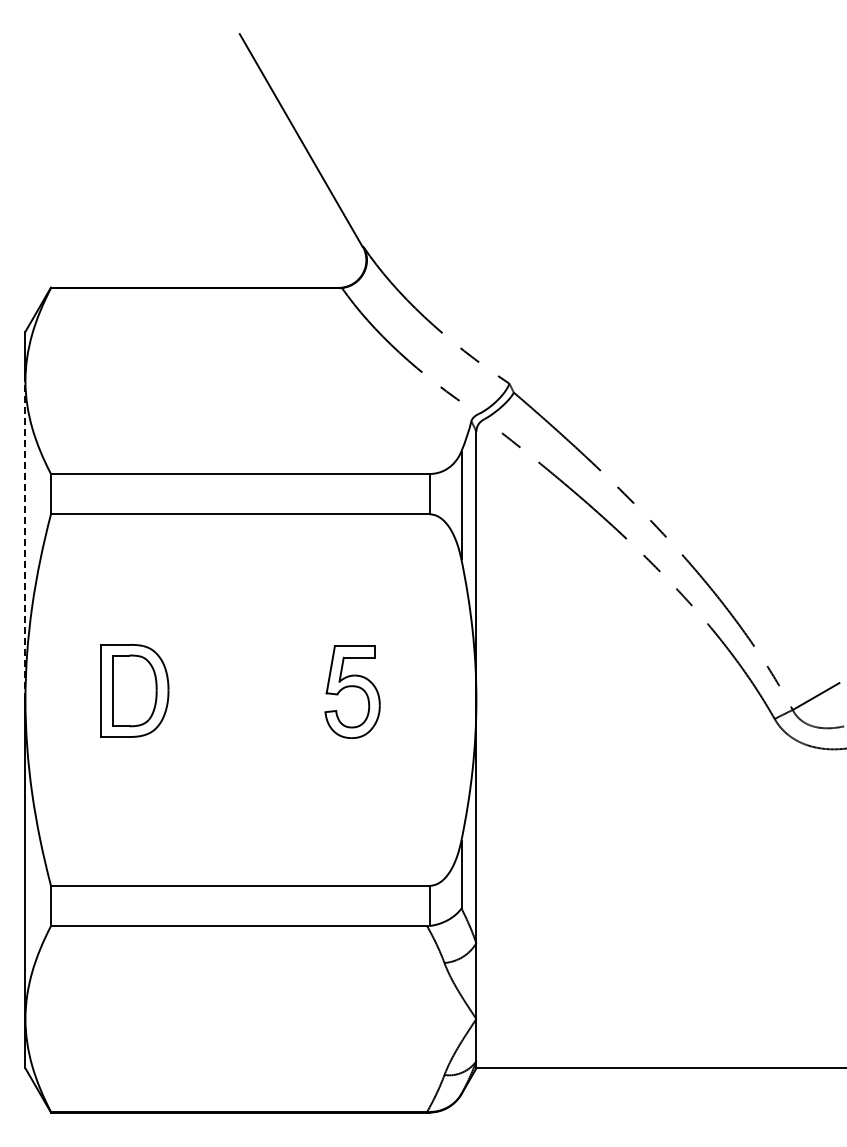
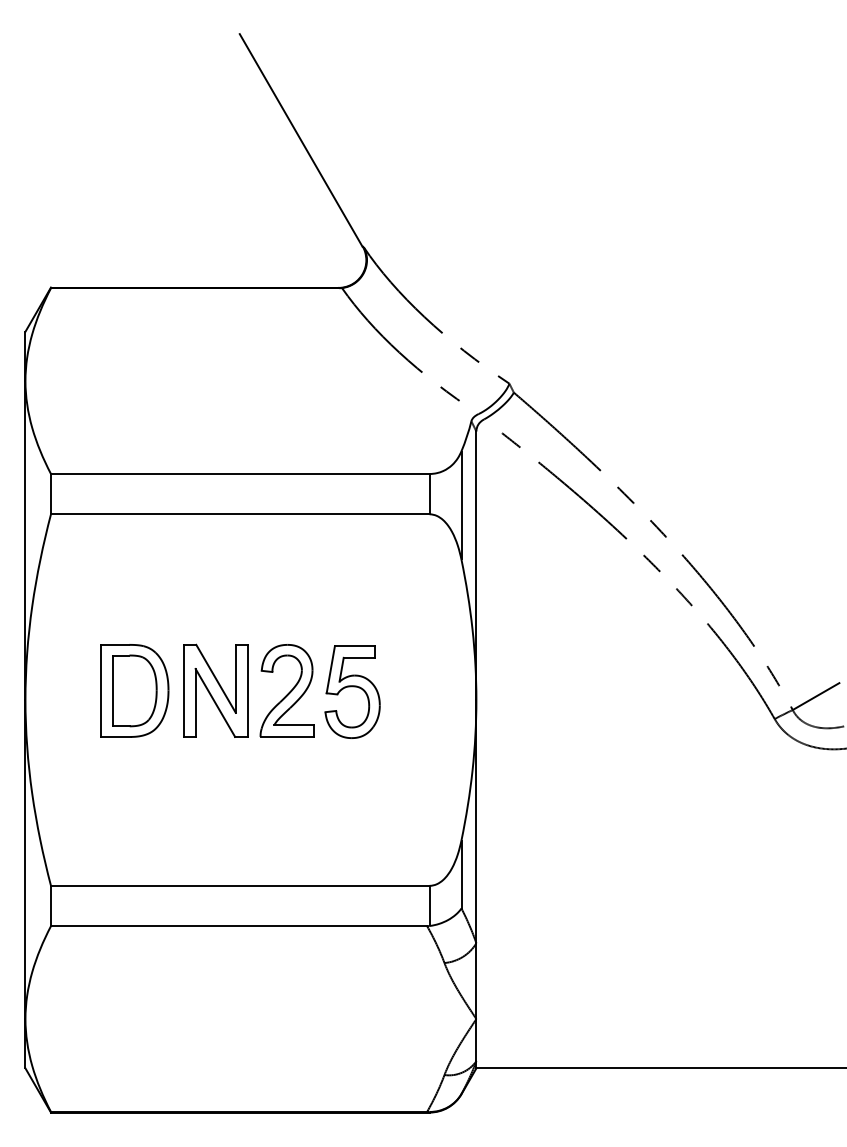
line at (25, 540): dashed -> solid
part at (215, 690): none -> present
part at (286, 690): none -> present
